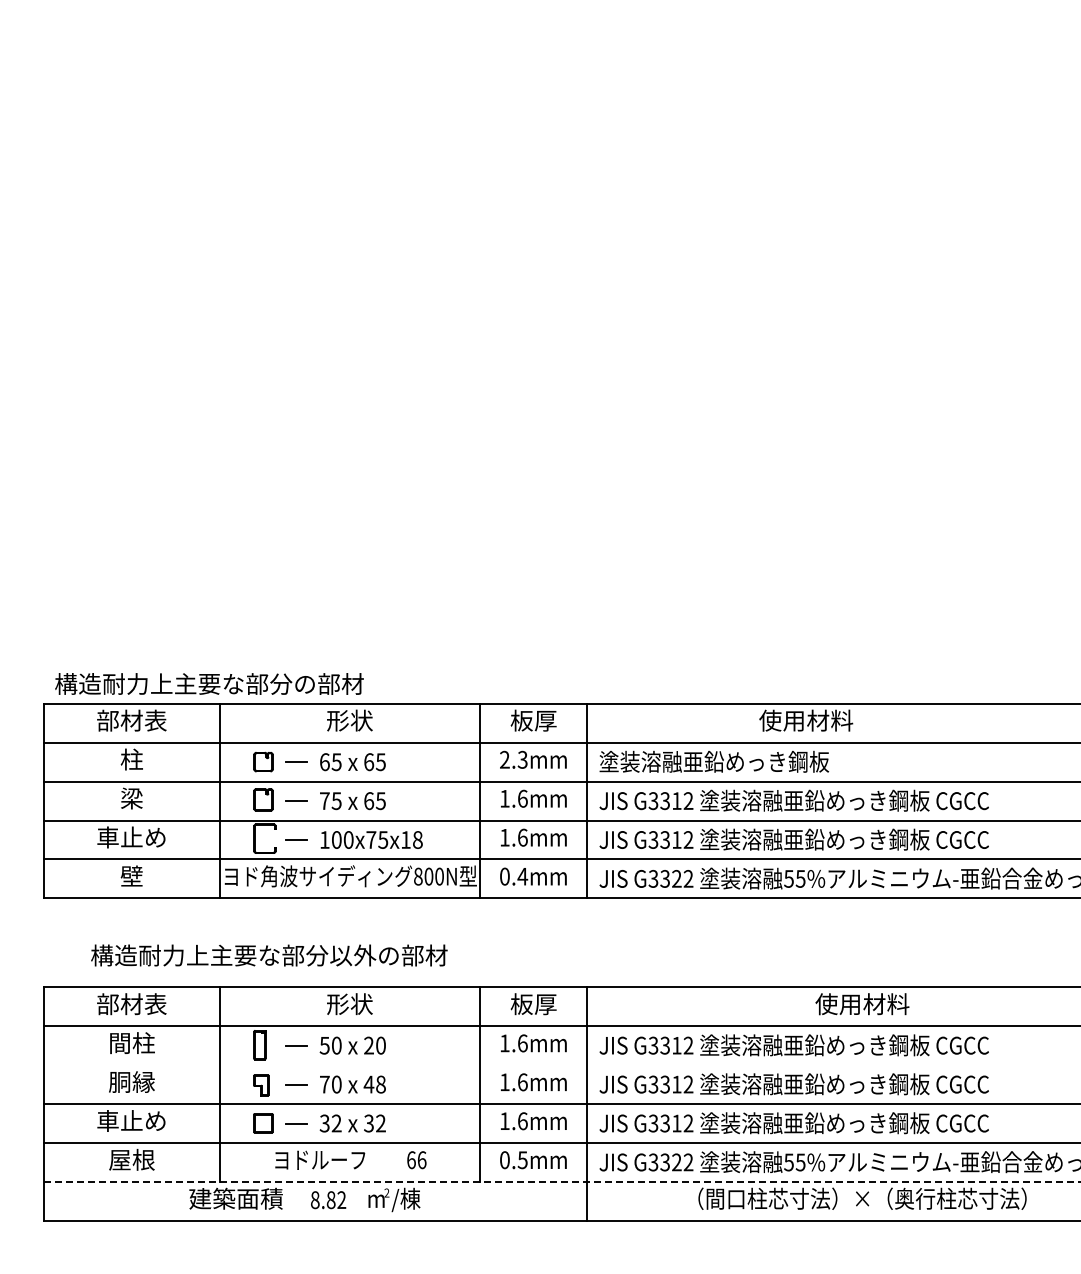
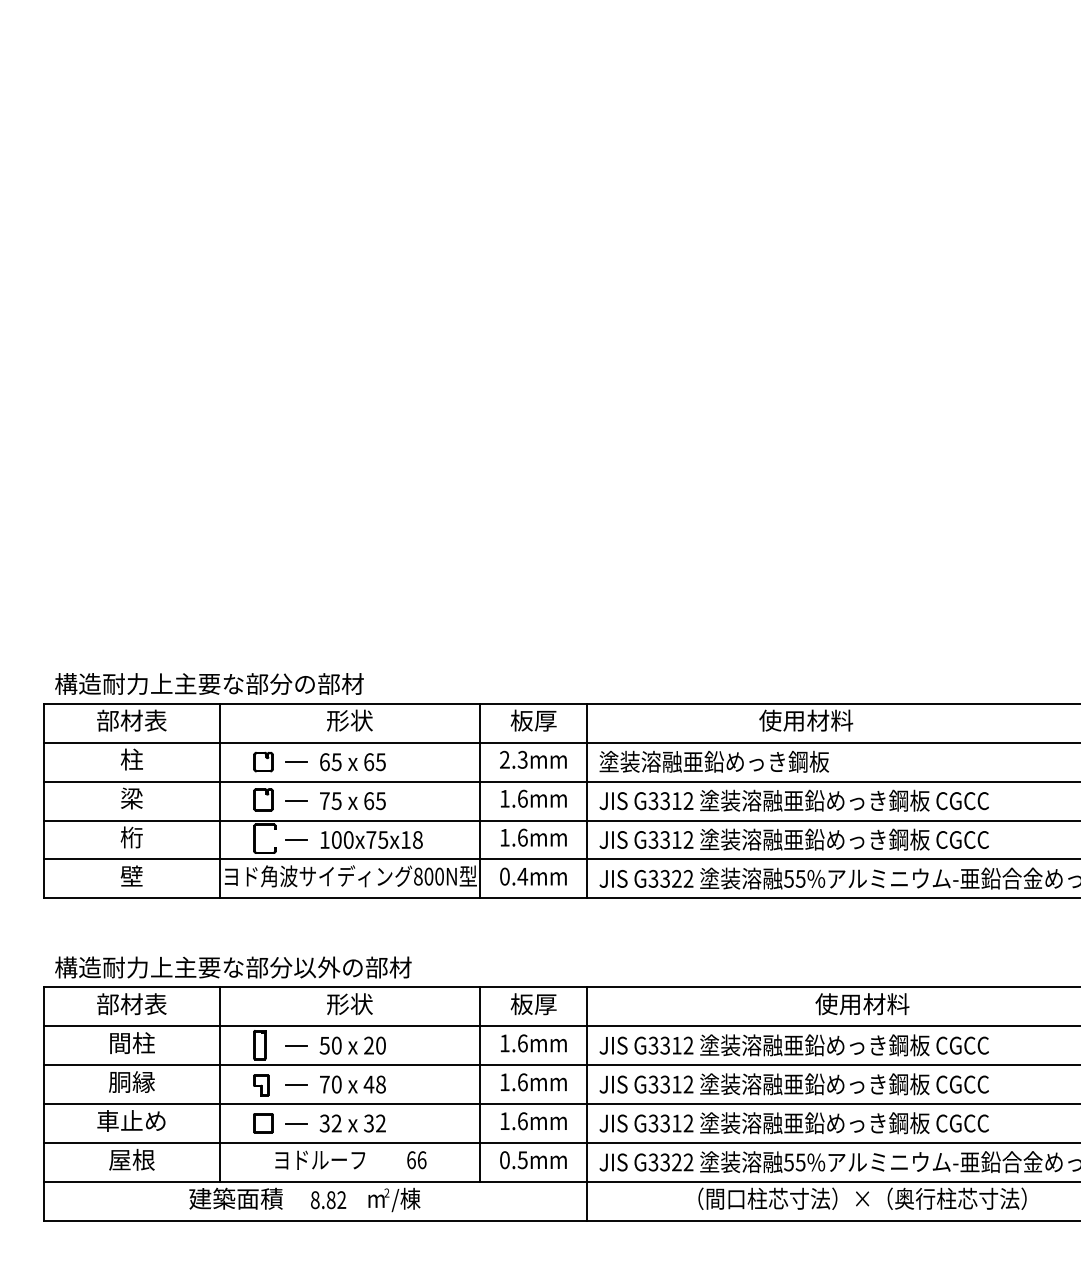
text at (131, 837): 車止め -> 桁
text at (269, 955) position: (269, 955) -> (233, 967)
line at (560, 1065): none -> present
line at (562, 1181): dashed -> solid
